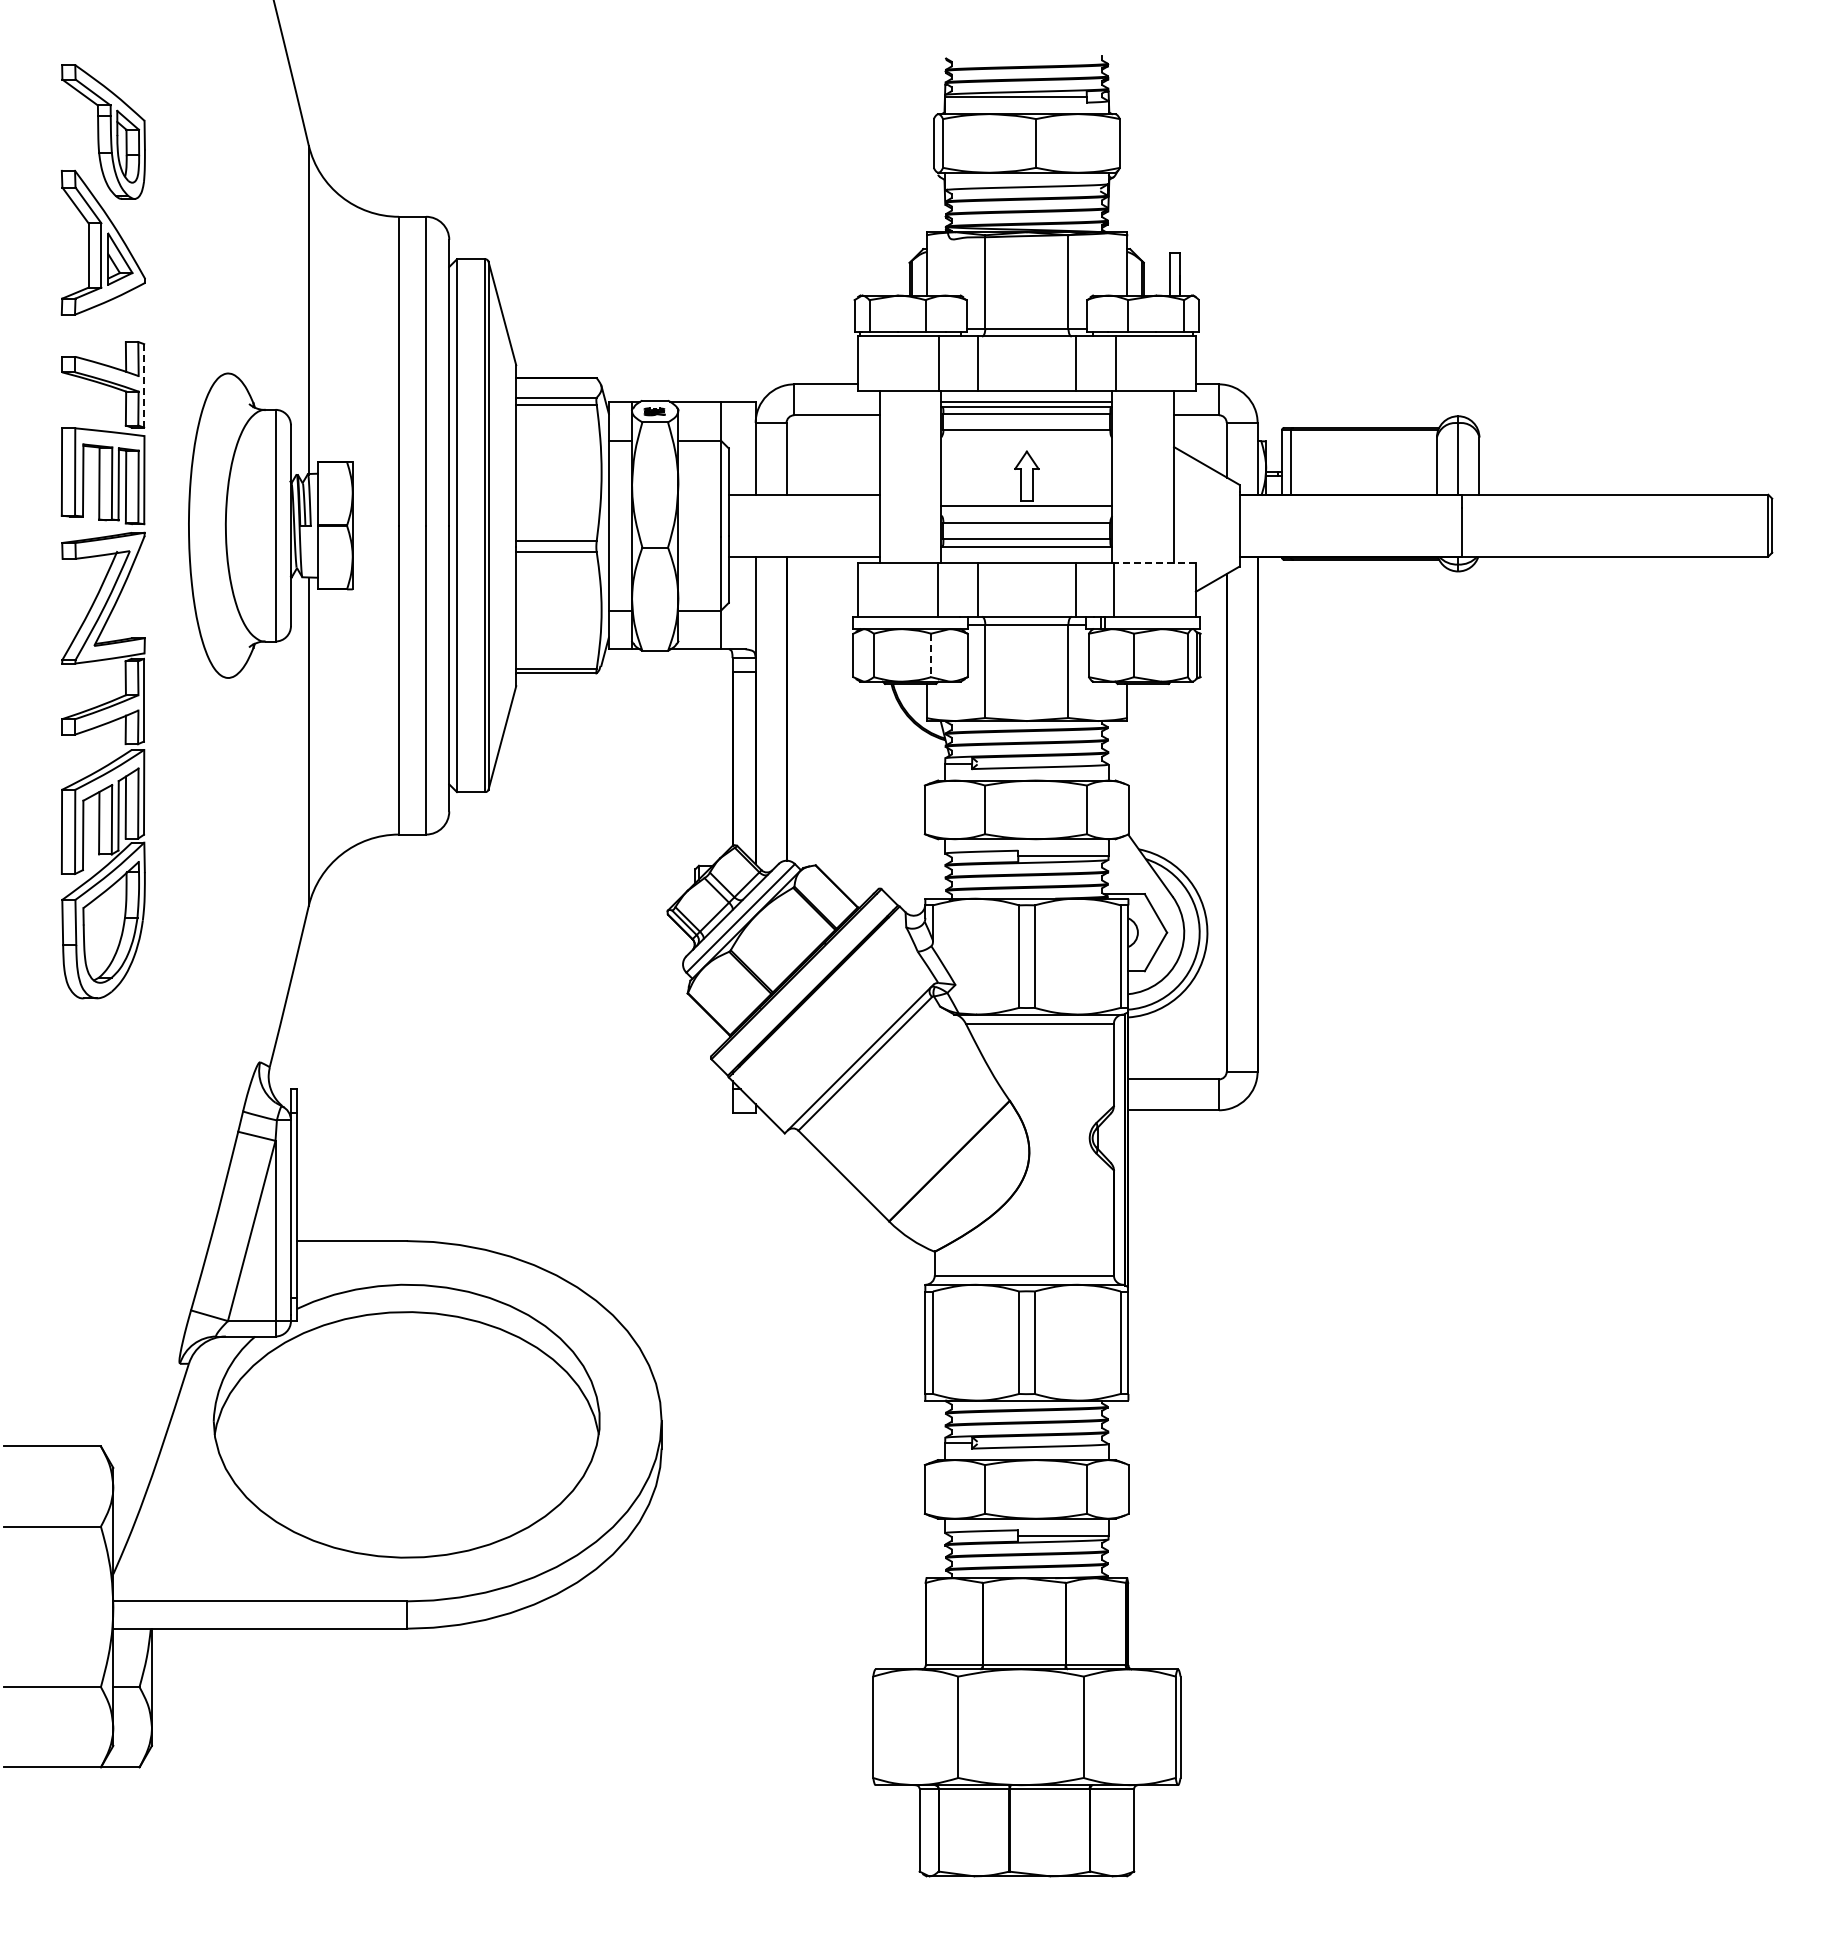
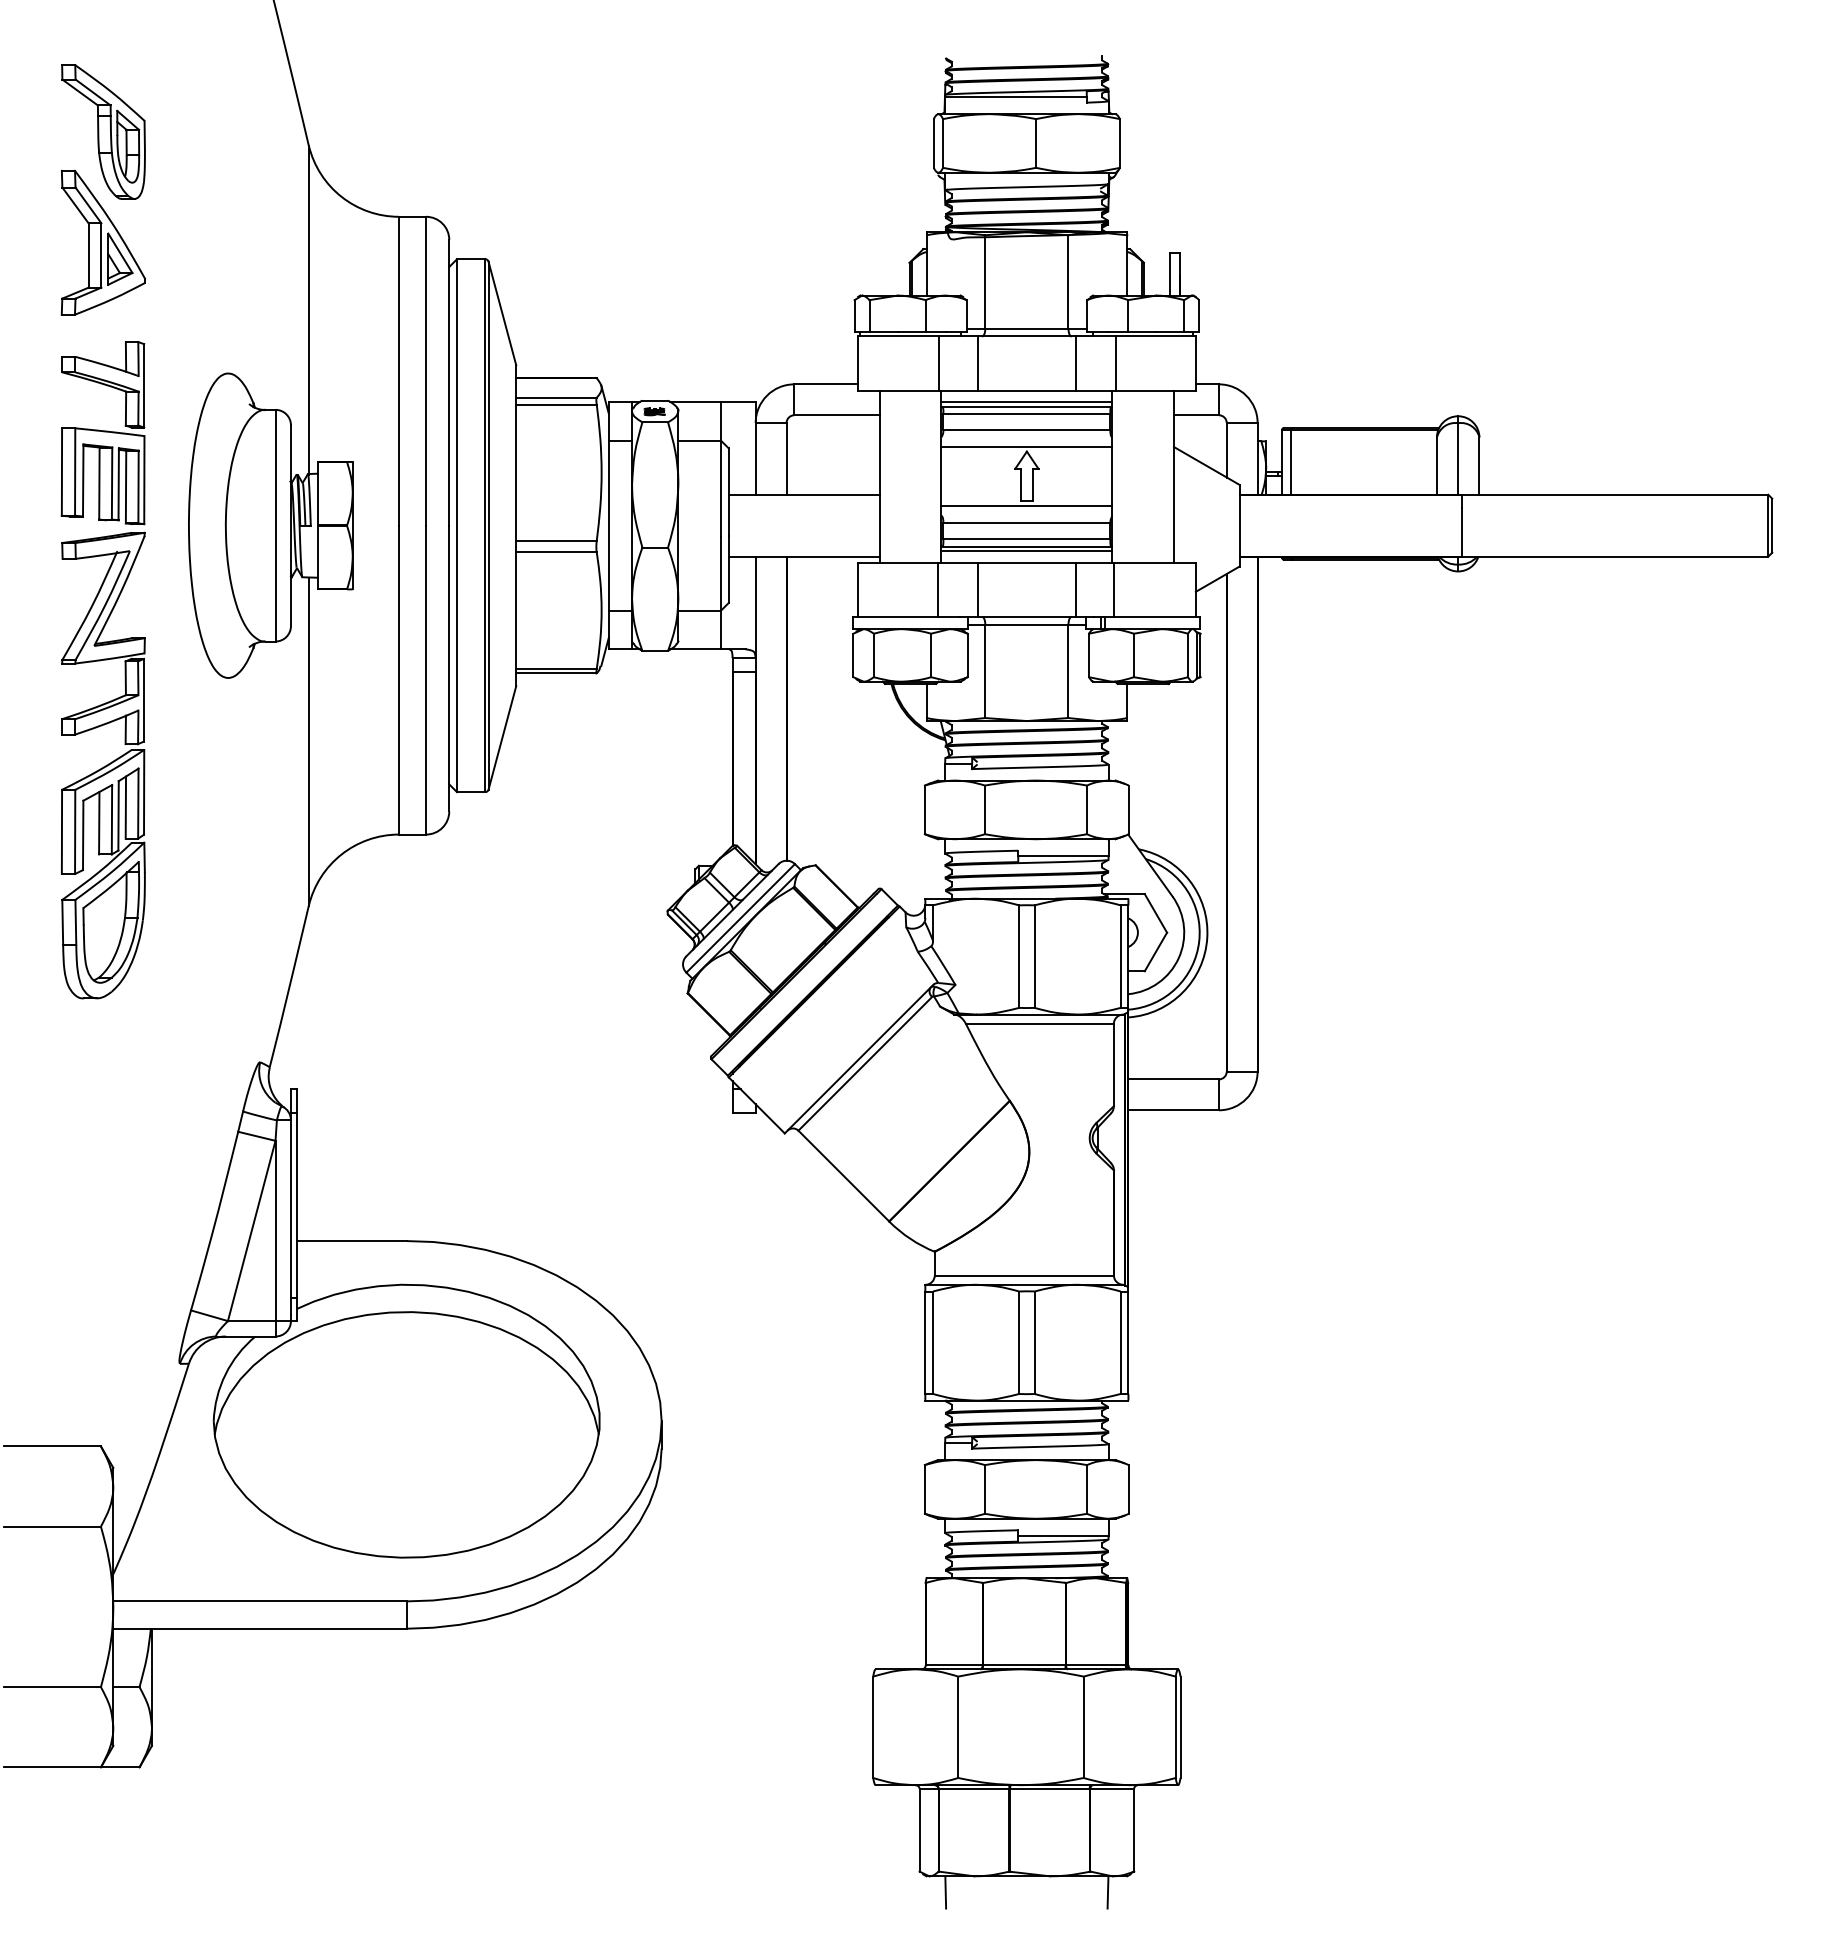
line at (144, 385): dashed -> solid
line at (1026, 446): none -> present
line at (1026, 551): none -> present
line at (1155, 562): dashed -> solid
line at (931, 655): dashed -> solid
line at (945, 1892): none -> present
line at (1107, 1892): none -> present
